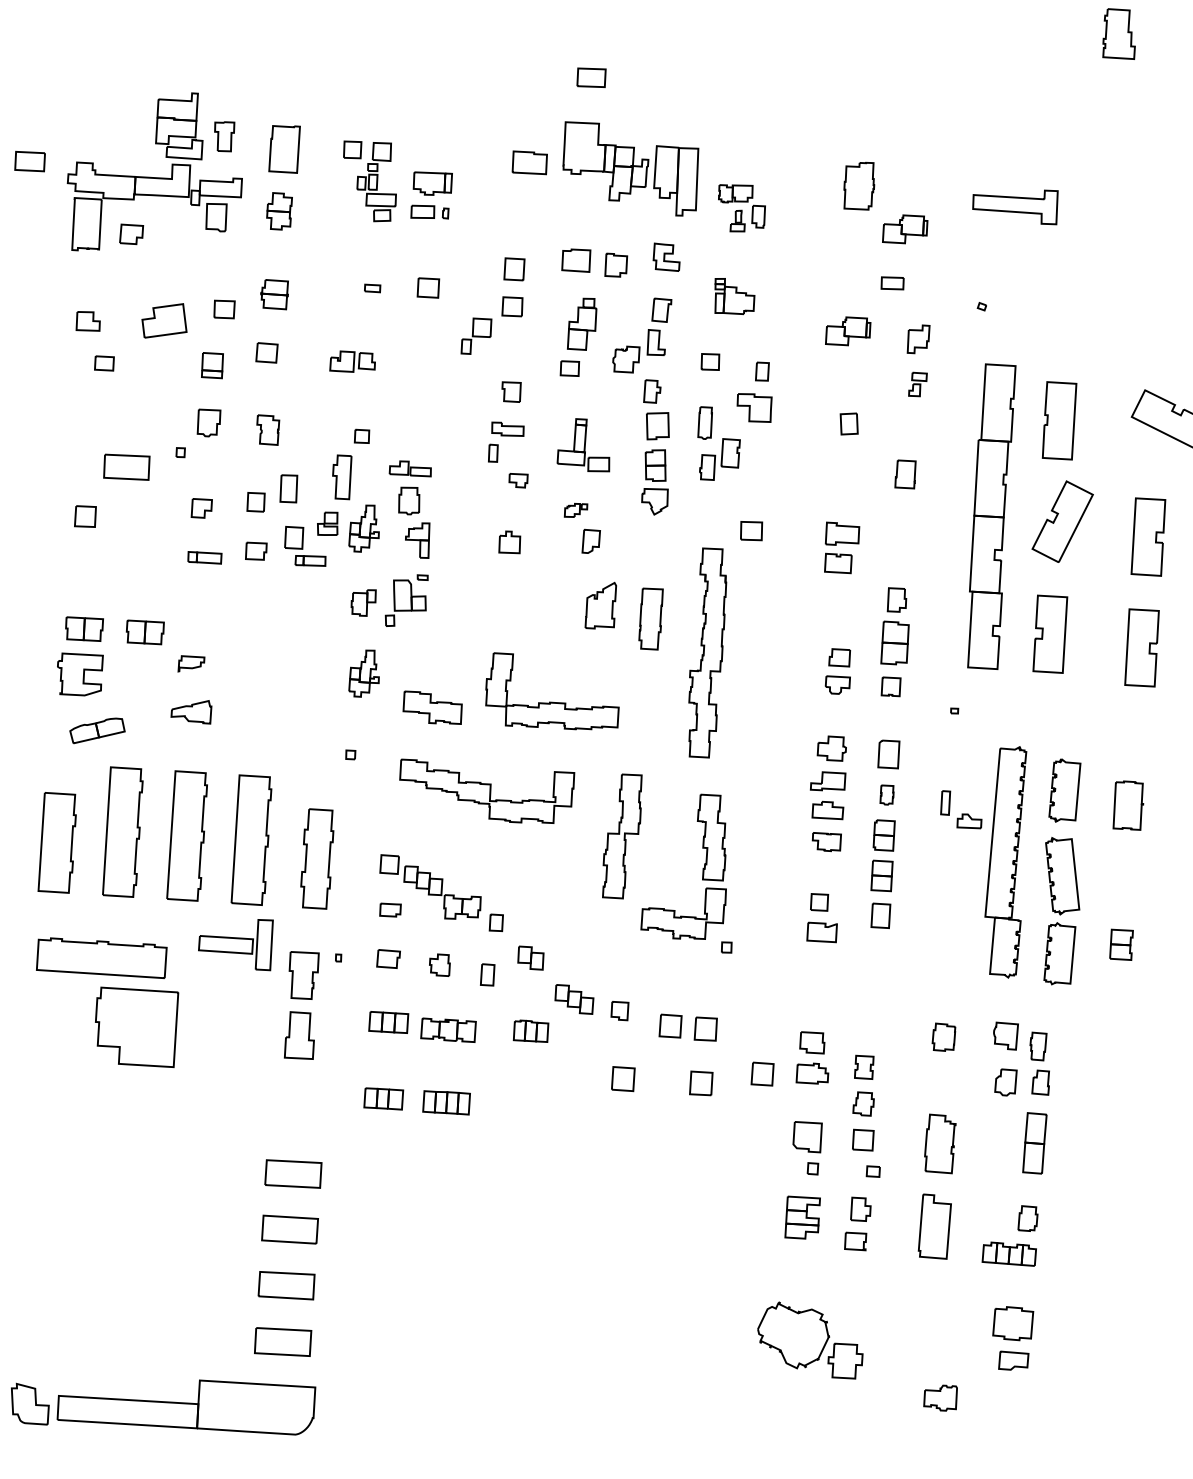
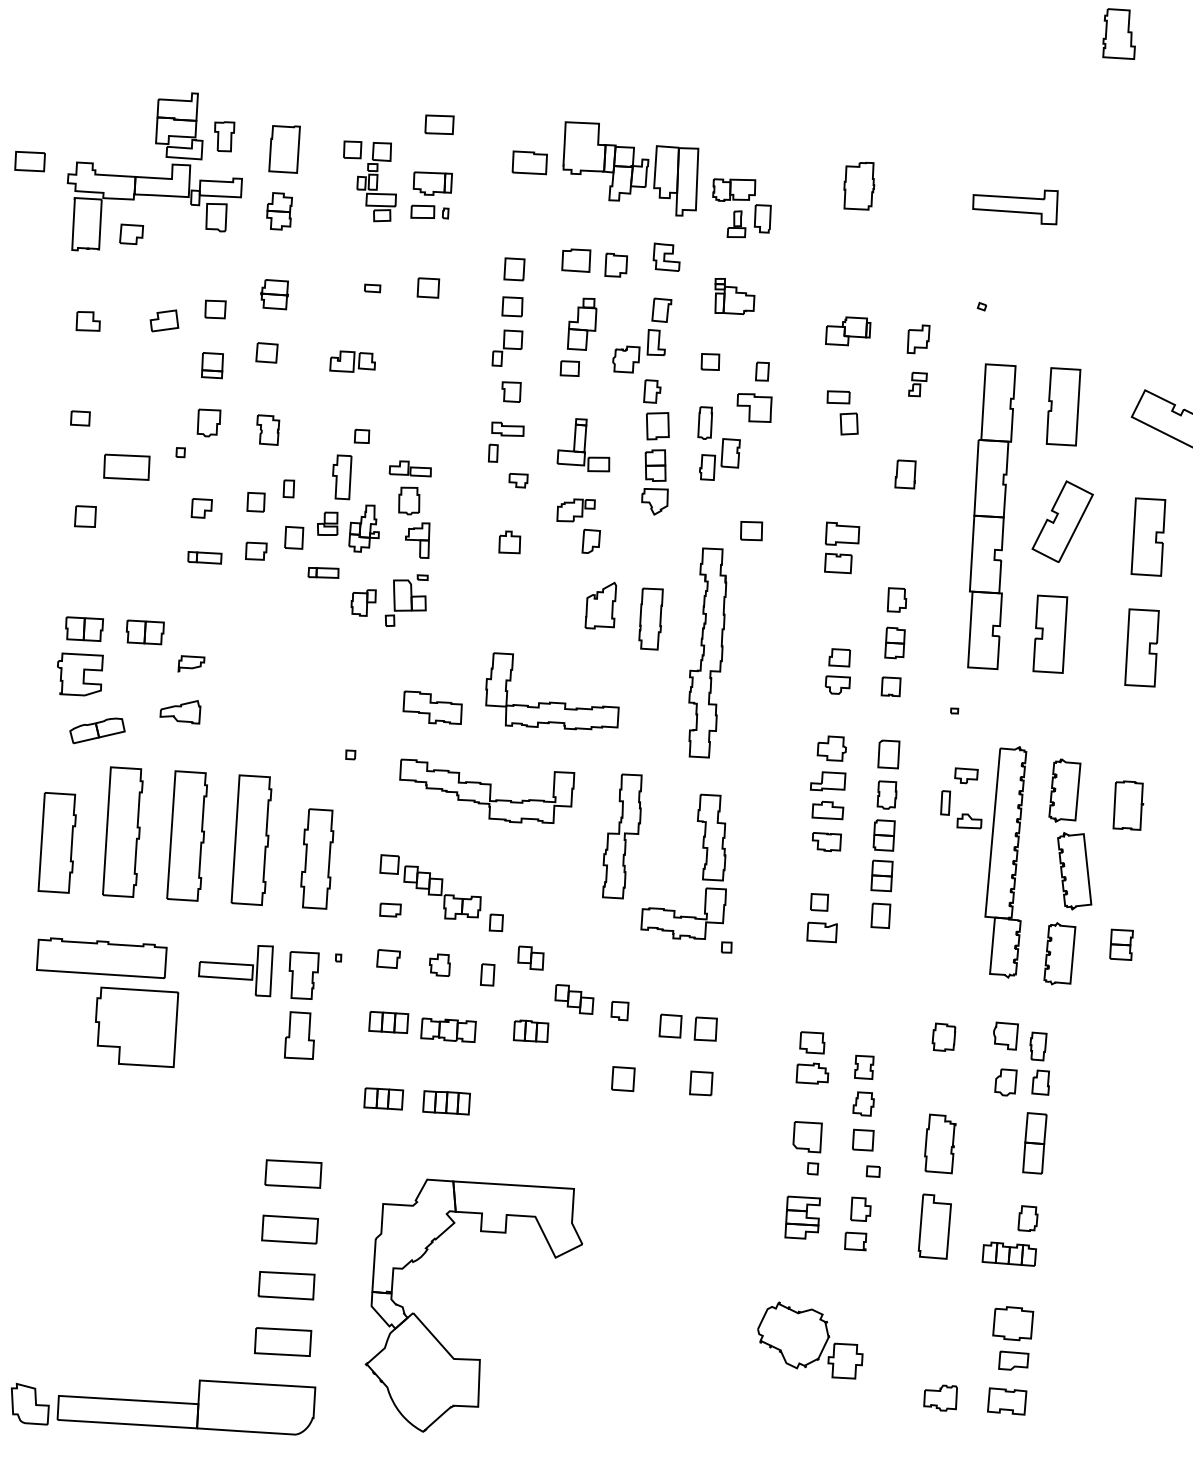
part at (591, 77) position: (591, 77) -> (439, 124)
part at (741, 208) size: 48x49 px -> 60x61 px
part at (905, 229): present -> none
part at (892, 283) position: (892, 283) -> (838, 397)
part at (224, 309) position: (224, 309) -> (215, 309)
part at (164, 320) size: 47x36 px -> 31x24 px
part at (476, 335) position: (476, 335) -> (507, 347)
part at (104, 363) position: (104, 363) -> (80, 418)
part at (1059, 420) position: (1059, 420) -> (1063, 406)
part at (288, 488) size: 20x30 px -> 14x20 px
part at (575, 509) size: 26x16 px -> 40x25 px
part at (310, 560) position: (310, 560) -> (323, 572)
part at (894, 642) size: 30x46 px -> 22x34 px
part at (363, 673): present -> none
part at (191, 712) position: (191, 712) -> (180, 712)
part at (966, 775): none -> present
part at (886, 794) size: 16x22 px -> 22x30 px
part at (1062, 876) position: (1062, 876) -> (1074, 871)
part at (235, 945) position: (235, 945) -> (235, 971)
part at (762, 1073): present -> none
part at (437, 1338): none -> present
part at (1007, 1401): none -> present
